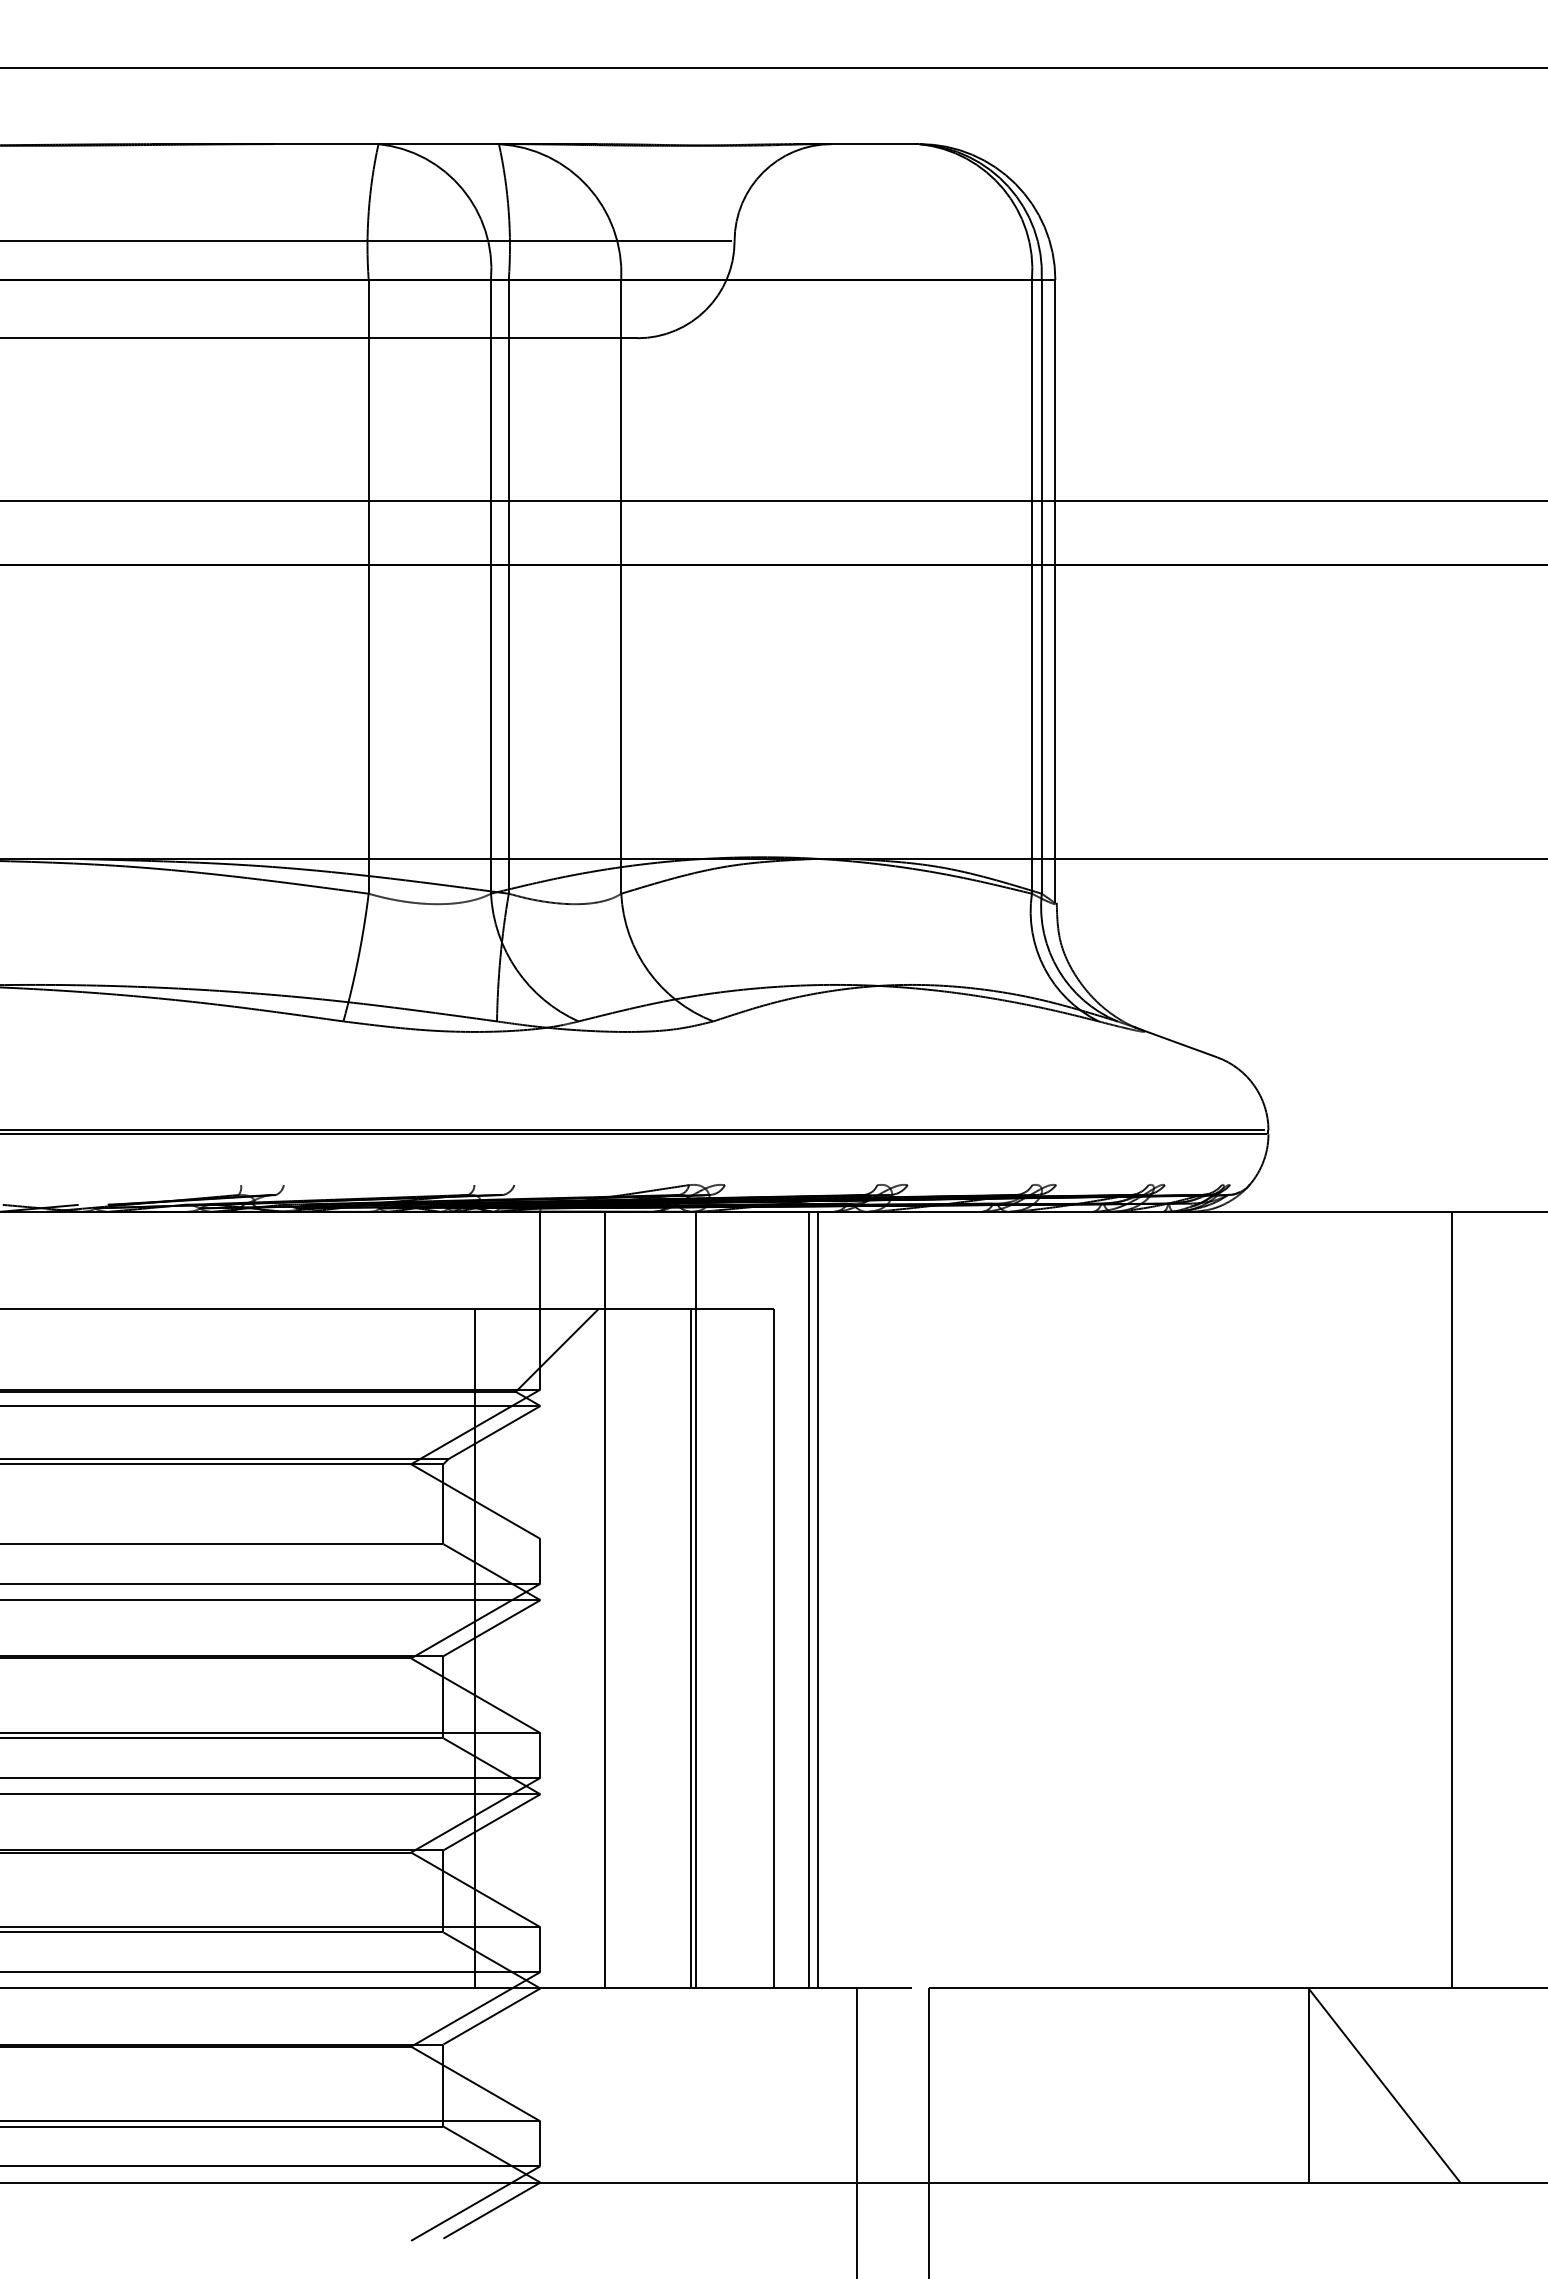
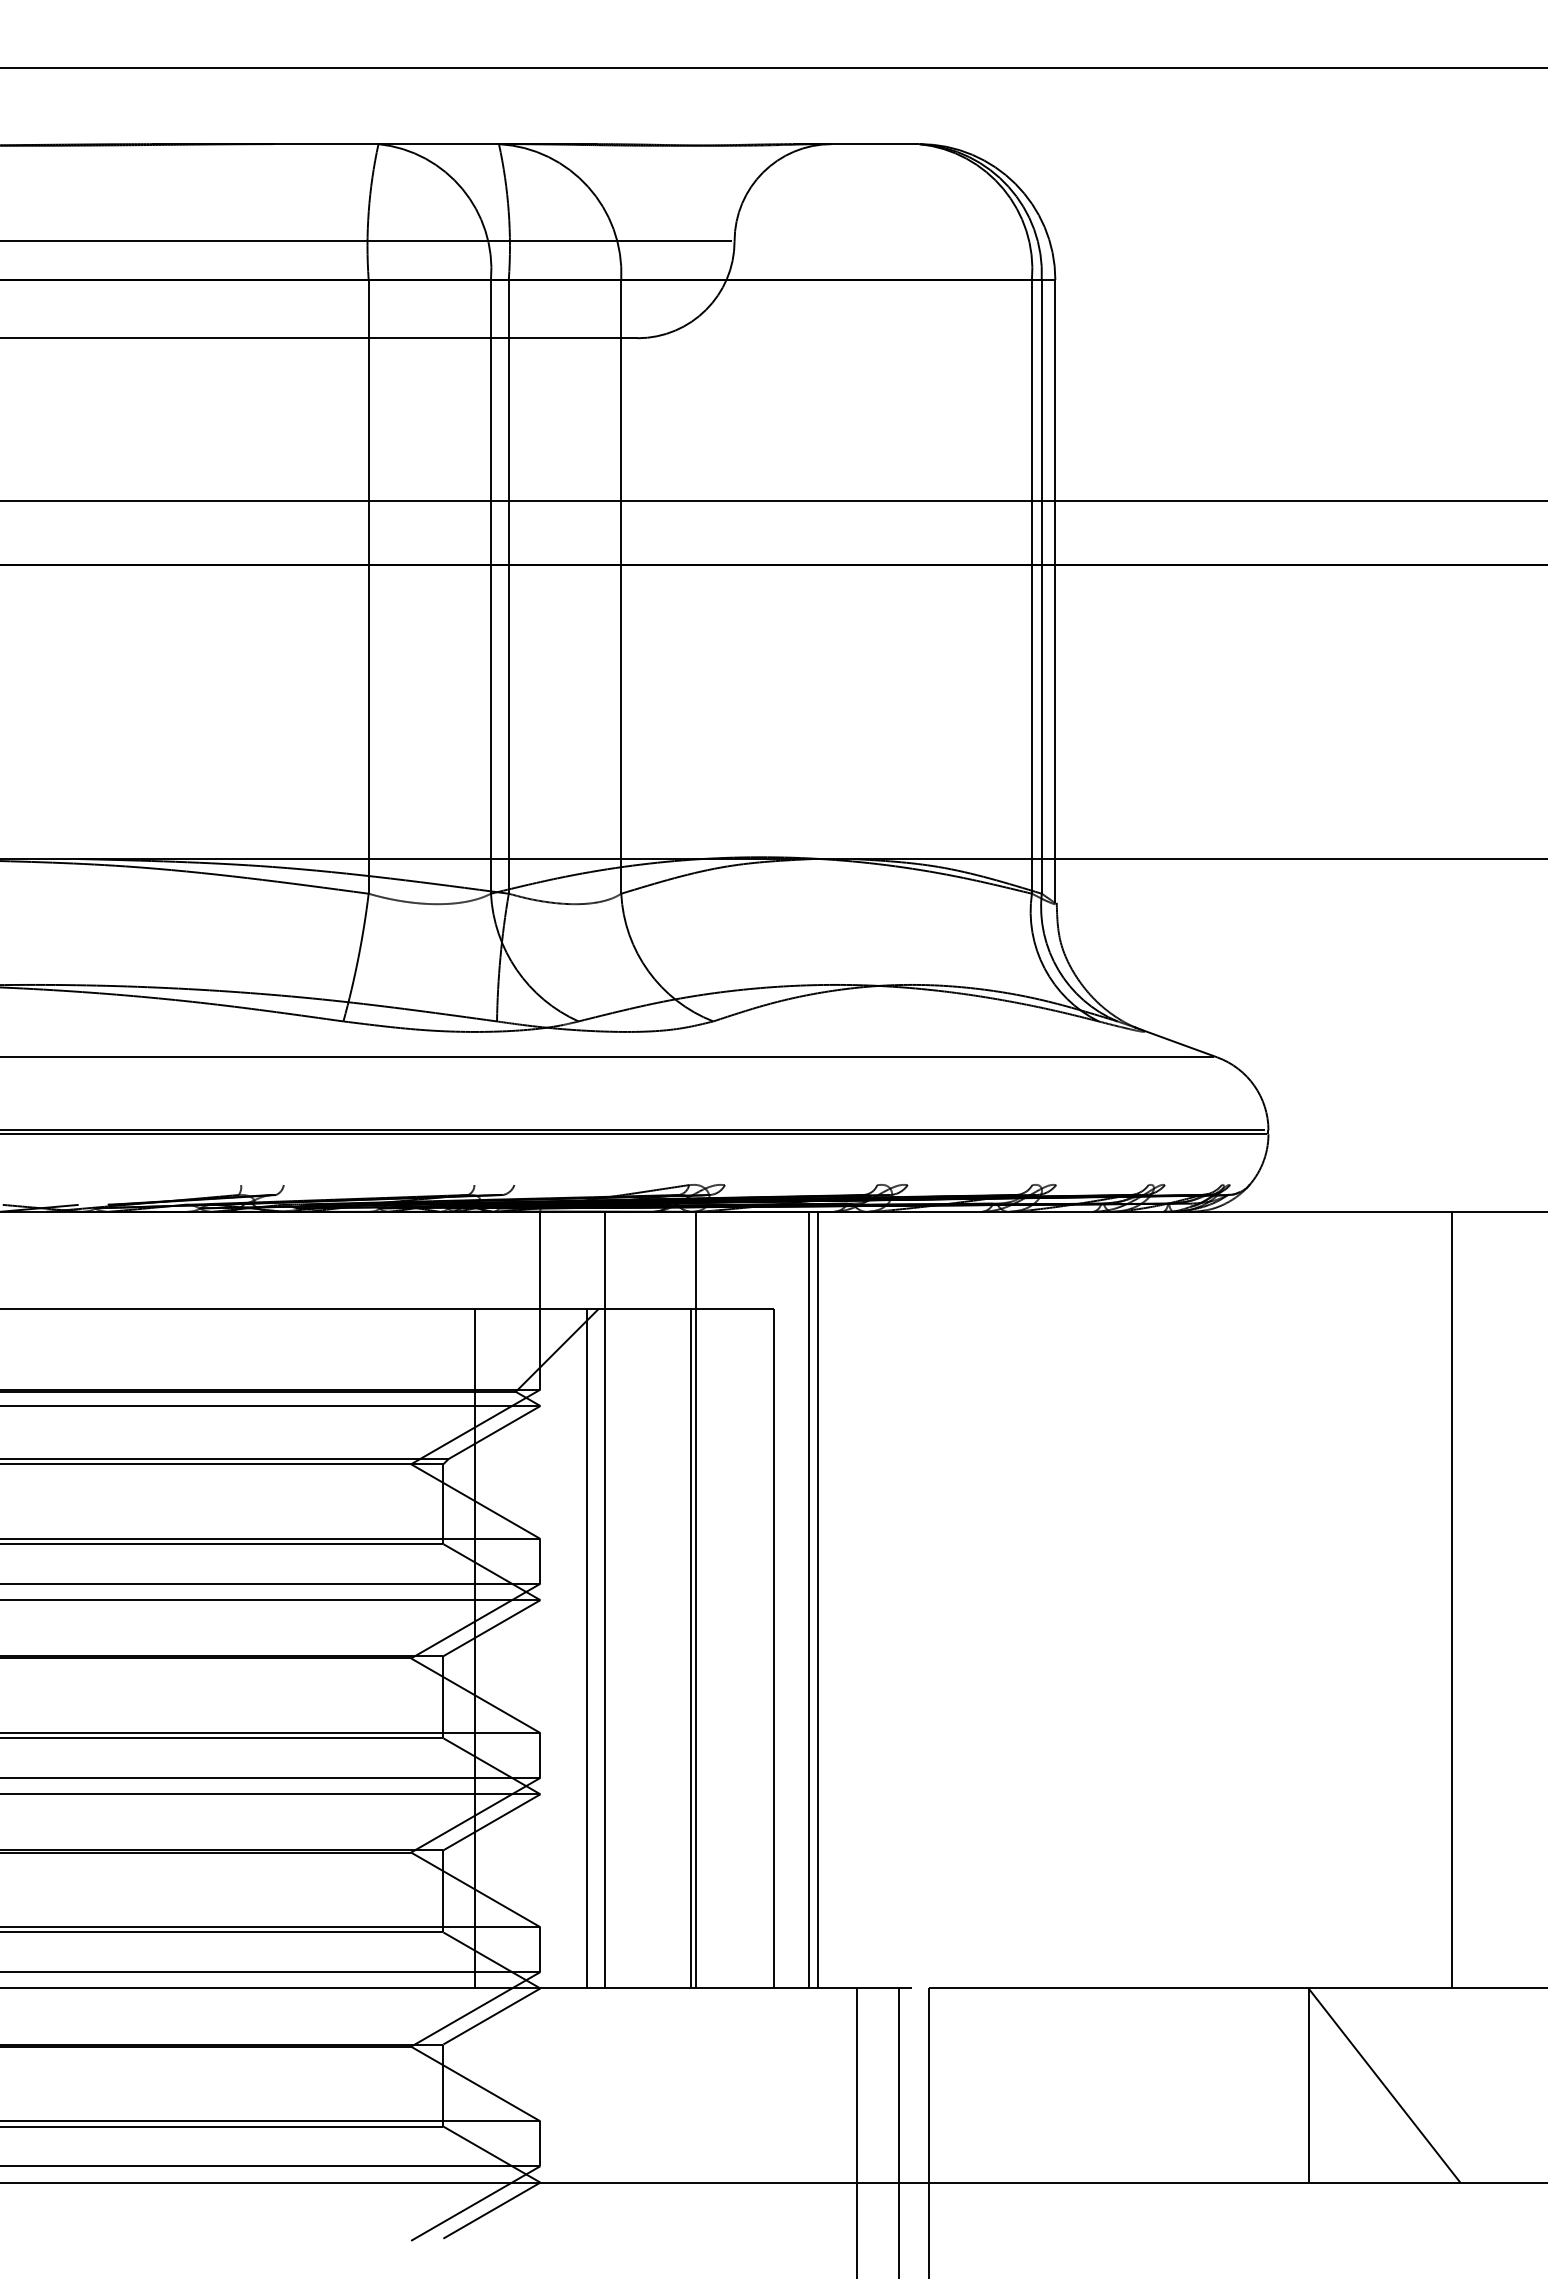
line at (608, 1057): none -> present
line at (270, 1538): none -> present
line at (586, 1648): none -> present
line at (898, 2131): none -> present
